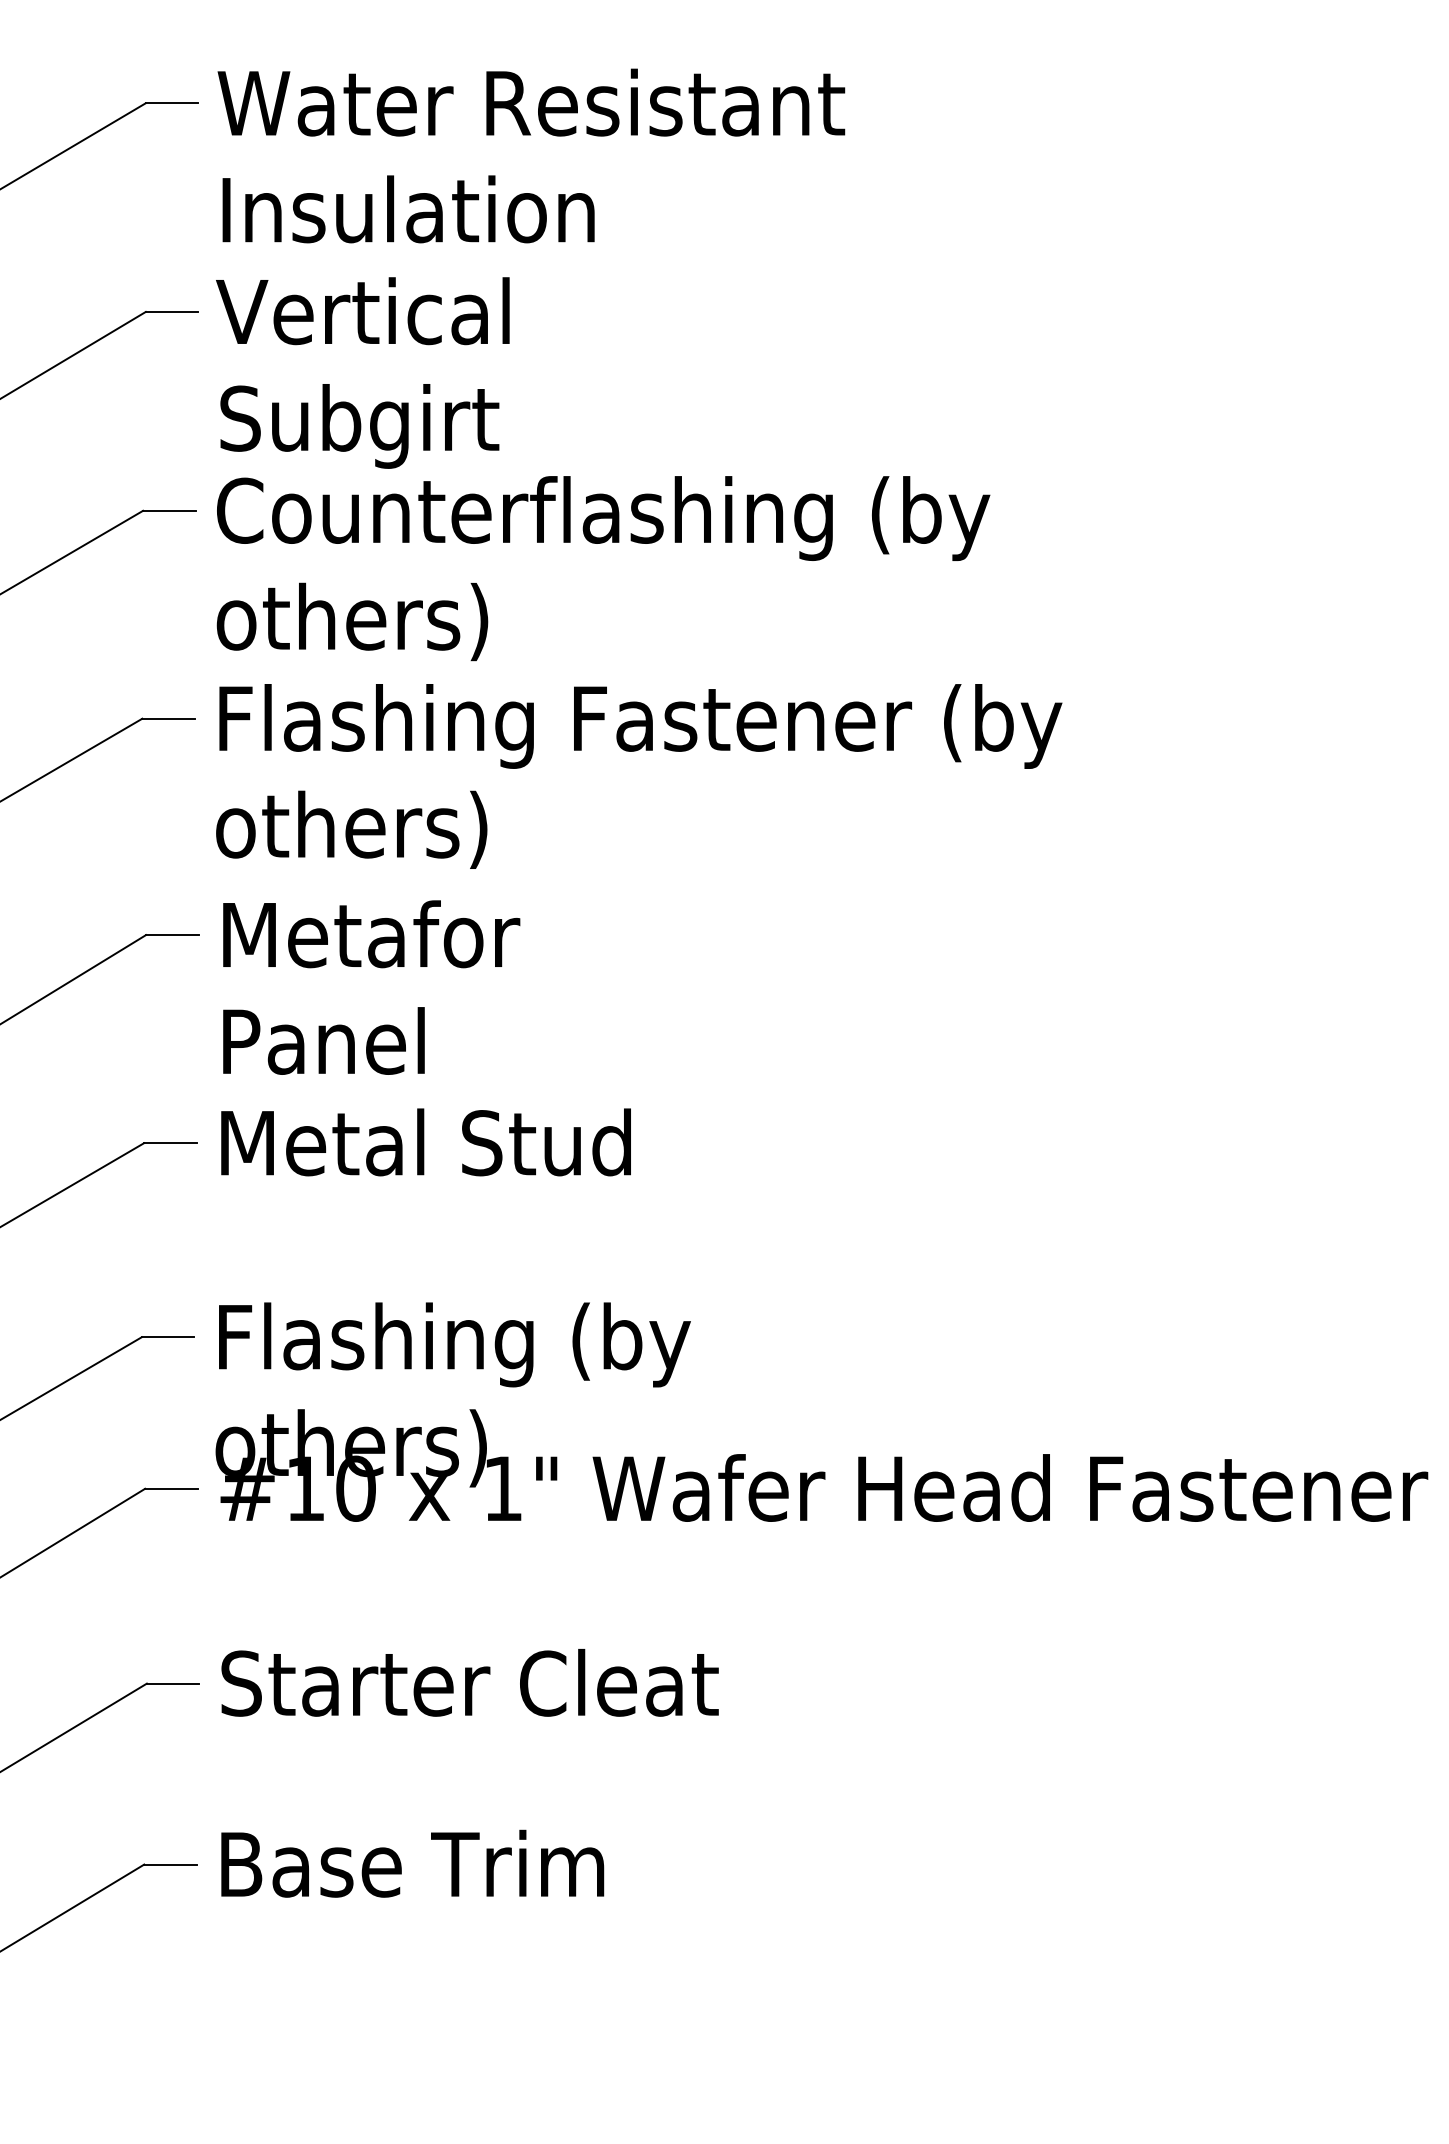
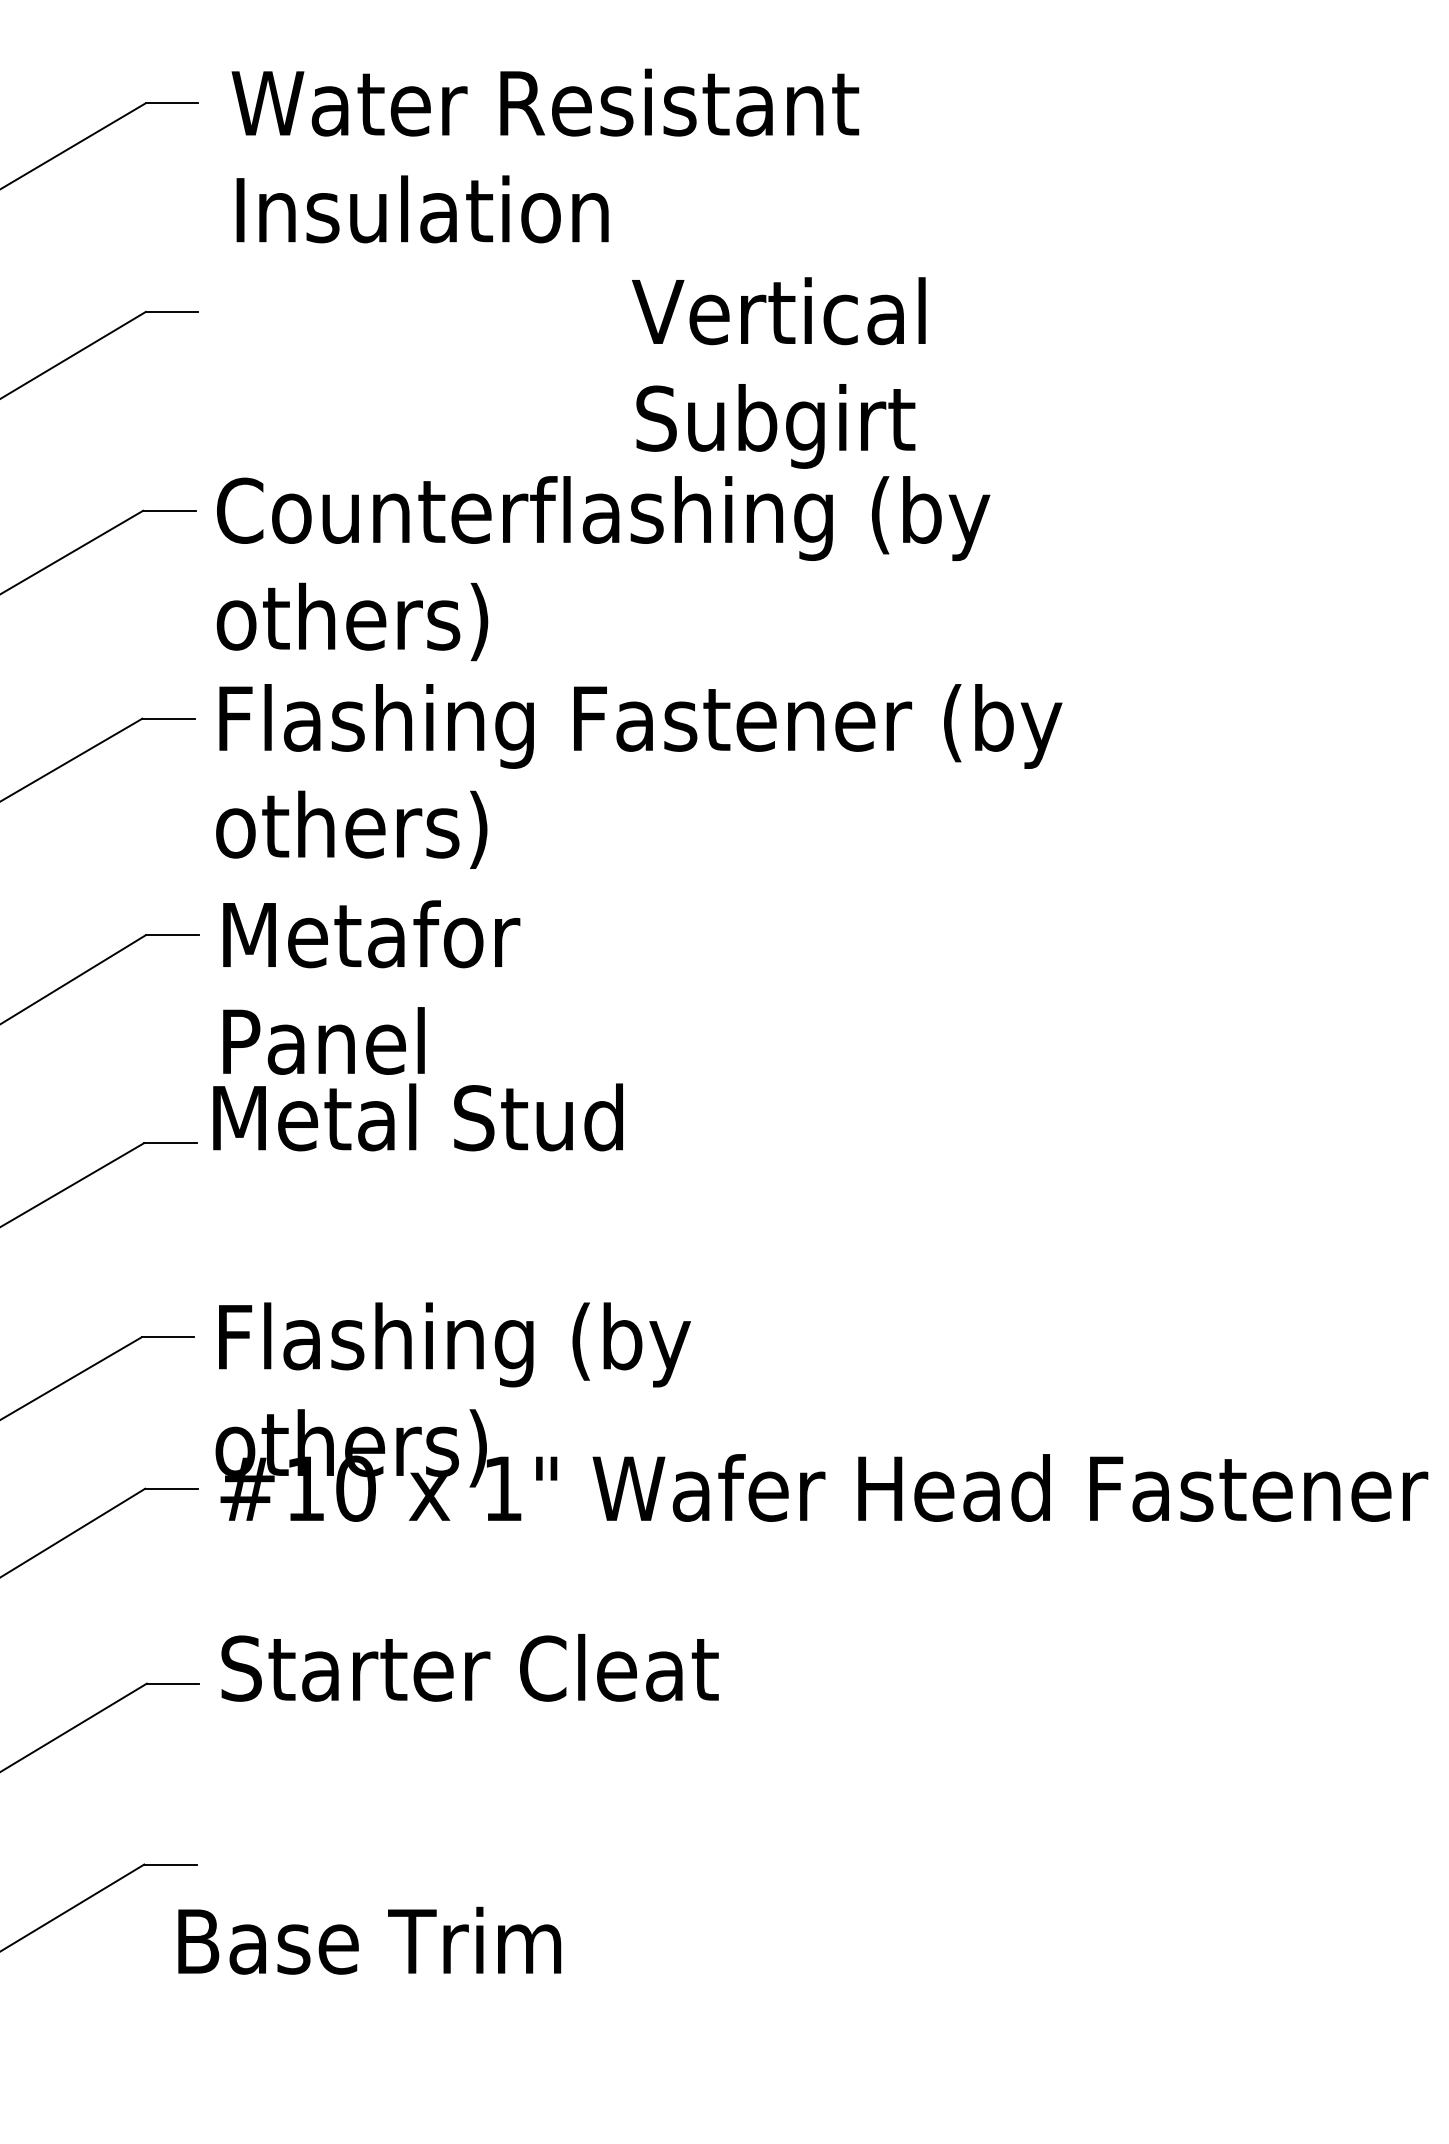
text at (531, 155) position: (531, 155) -> (545, 155)
text at (362, 372) position: (362, 372) -> (778, 372)
text at (425, 1142) position: (425, 1142) -> (417, 1117)
text at (469, 1682) position: (469, 1682) -> (469, 1667)
text at (412, 1863) position: (412, 1863) -> (369, 1940)
